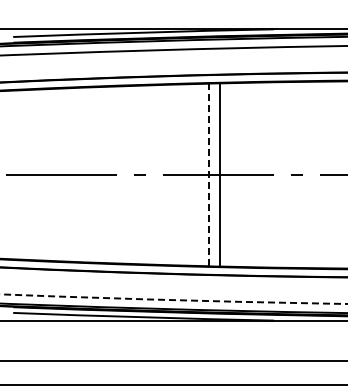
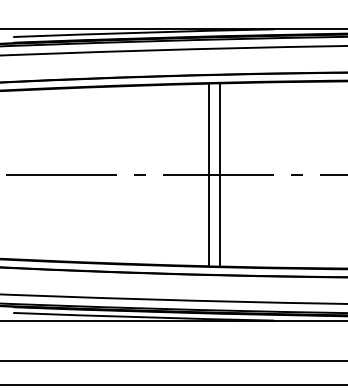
line at (208, 174): dashed -> solid
arc at (173, 300): dashed -> solid
